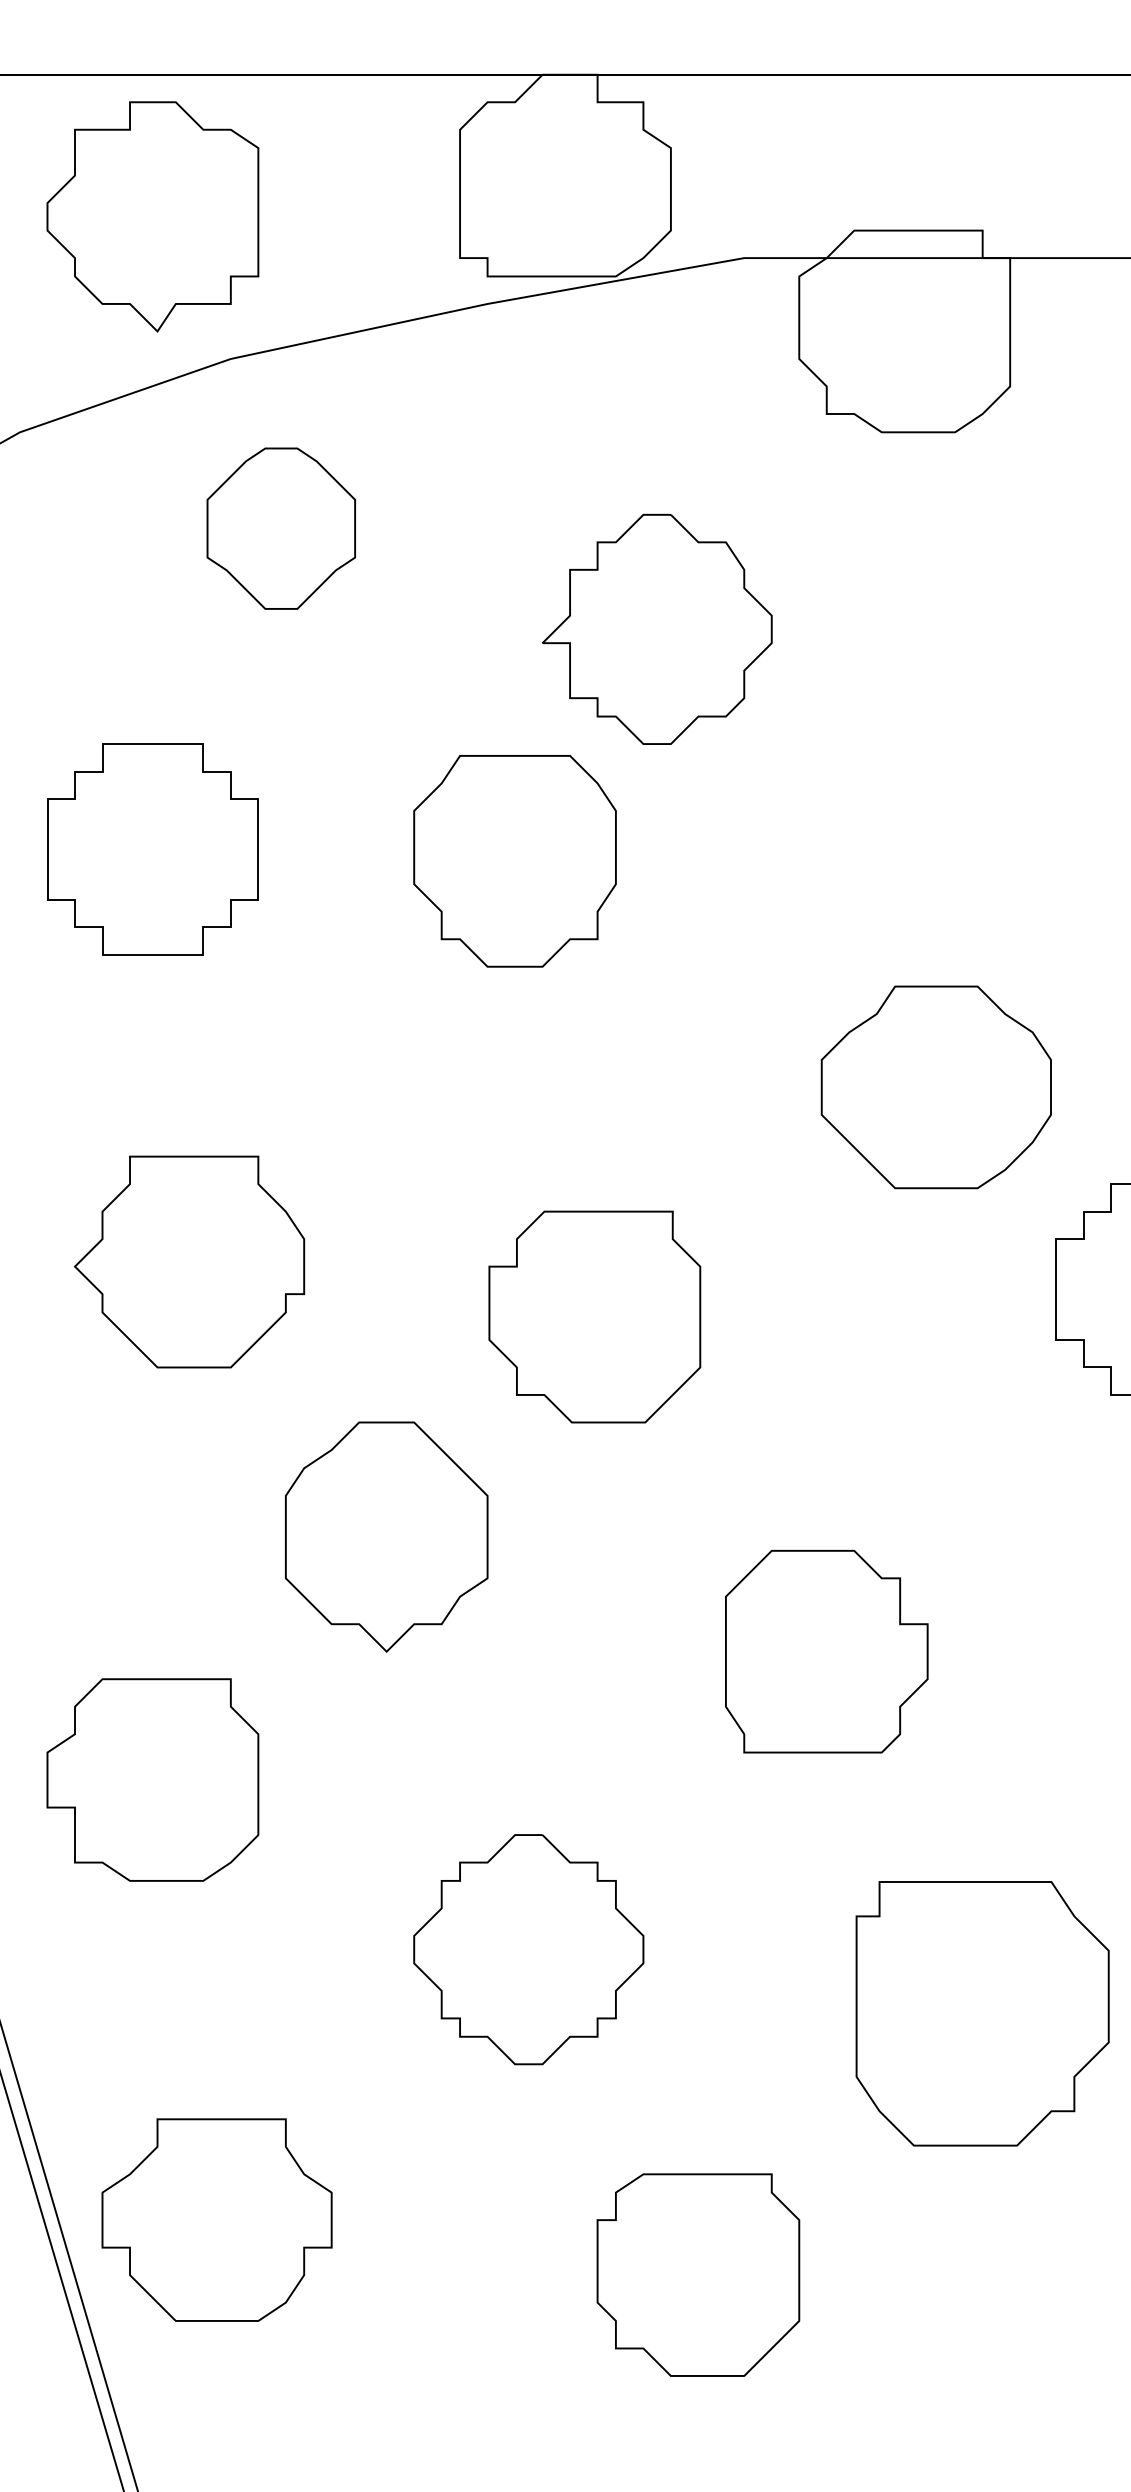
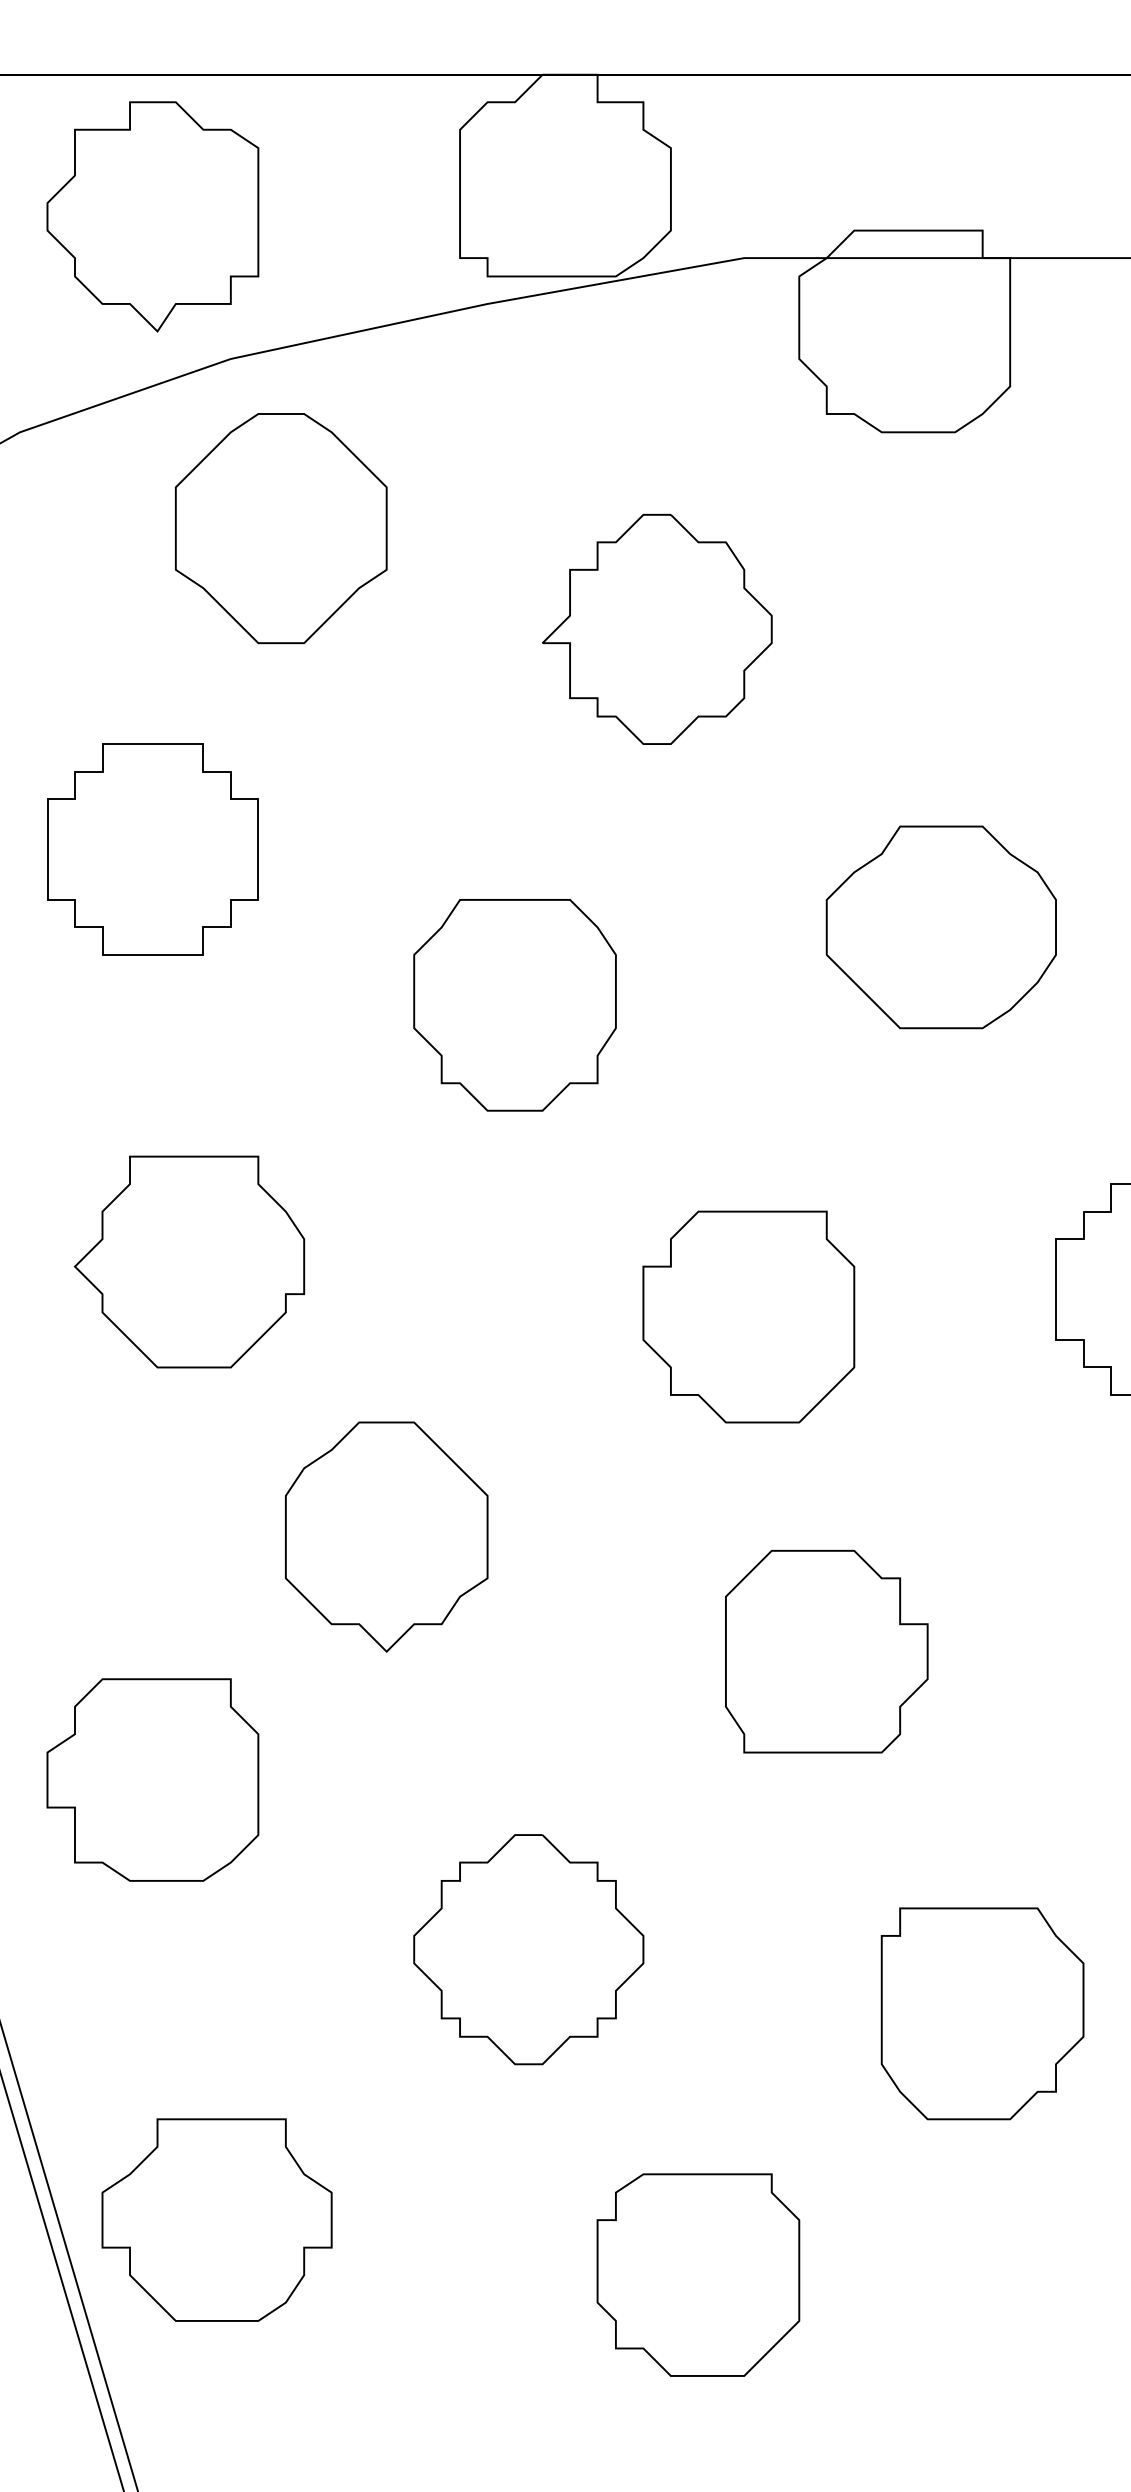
part at (280, 528) size: 150x163 px -> 213x232 px
part at (514, 861) position: (514, 861) -> (514, 1005)
part at (935, 1087) position: (935, 1087) -> (940, 927)
part at (594, 1316) position: (594, 1316) -> (748, 1316)
part at (982, 2013) size: 255x266 px -> 205x214 px
